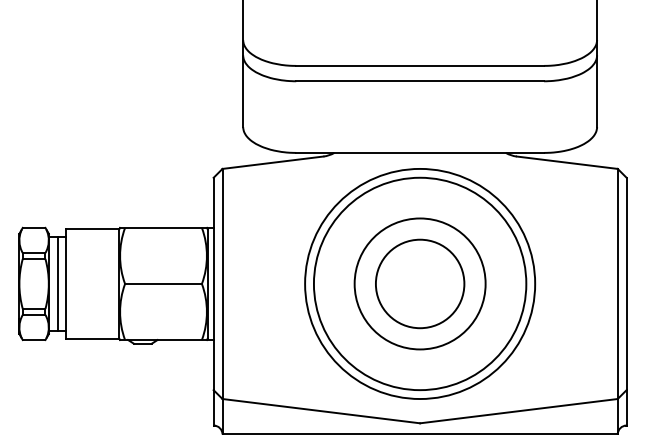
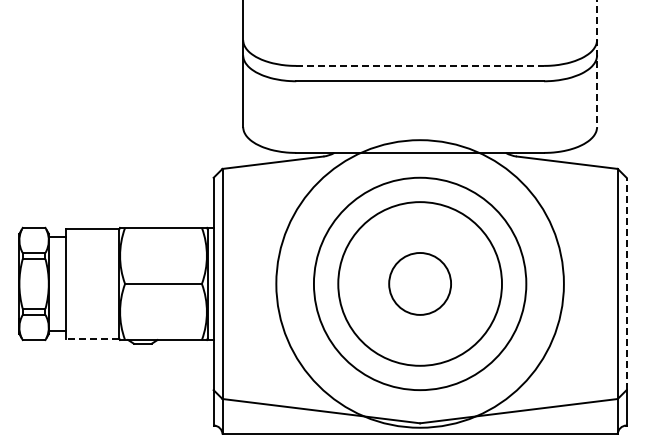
line at (597, 64): solid -> dashed
line at (420, 65): solid -> dashed
line at (57, 283): present -> none
circle at (419, 283) diameter: 131 px -> 164 px
circle at (419, 283) diameter: 88 px -> 62 px
circle at (420, 283) diameter: 230 px -> 288 px
line at (626, 283): solid -> dashed
line at (92, 338): solid -> dashed
